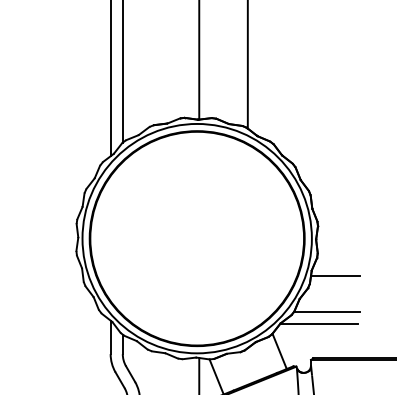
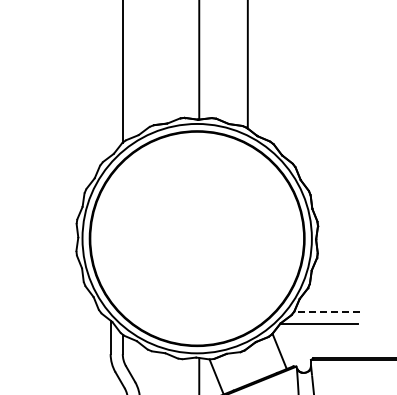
line at (110, 79): present -> none
line at (334, 276): present -> none
line at (326, 311): solid -> dashed
